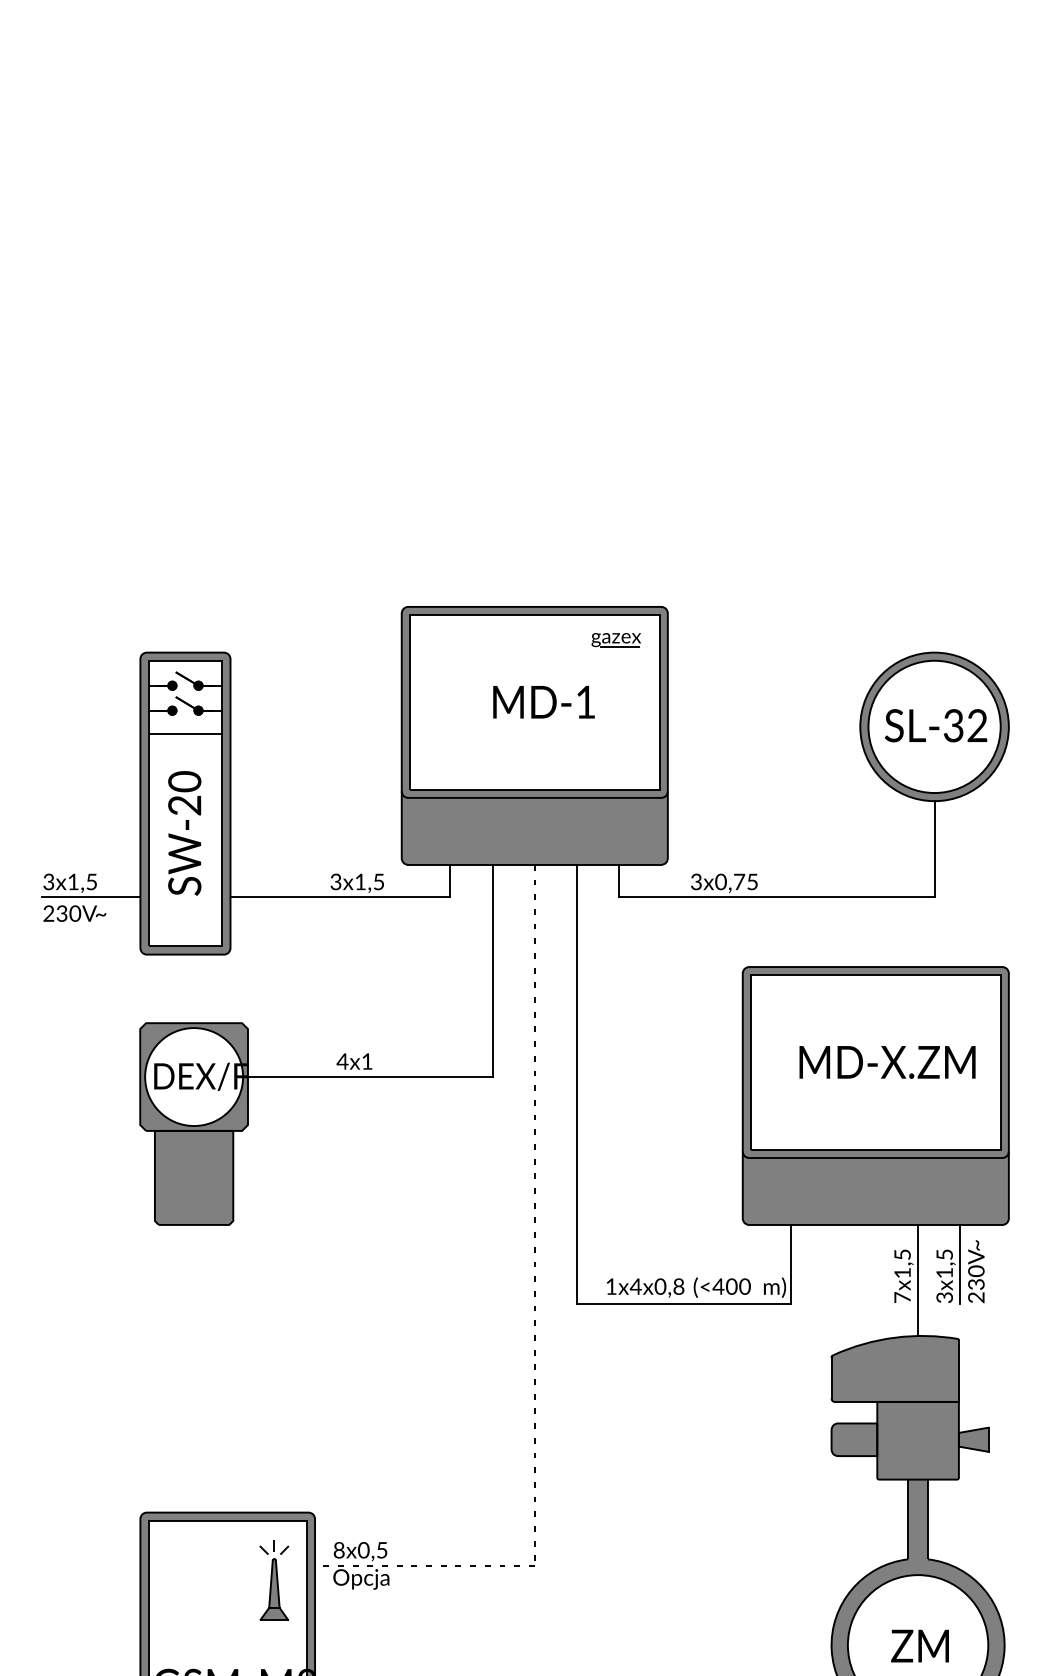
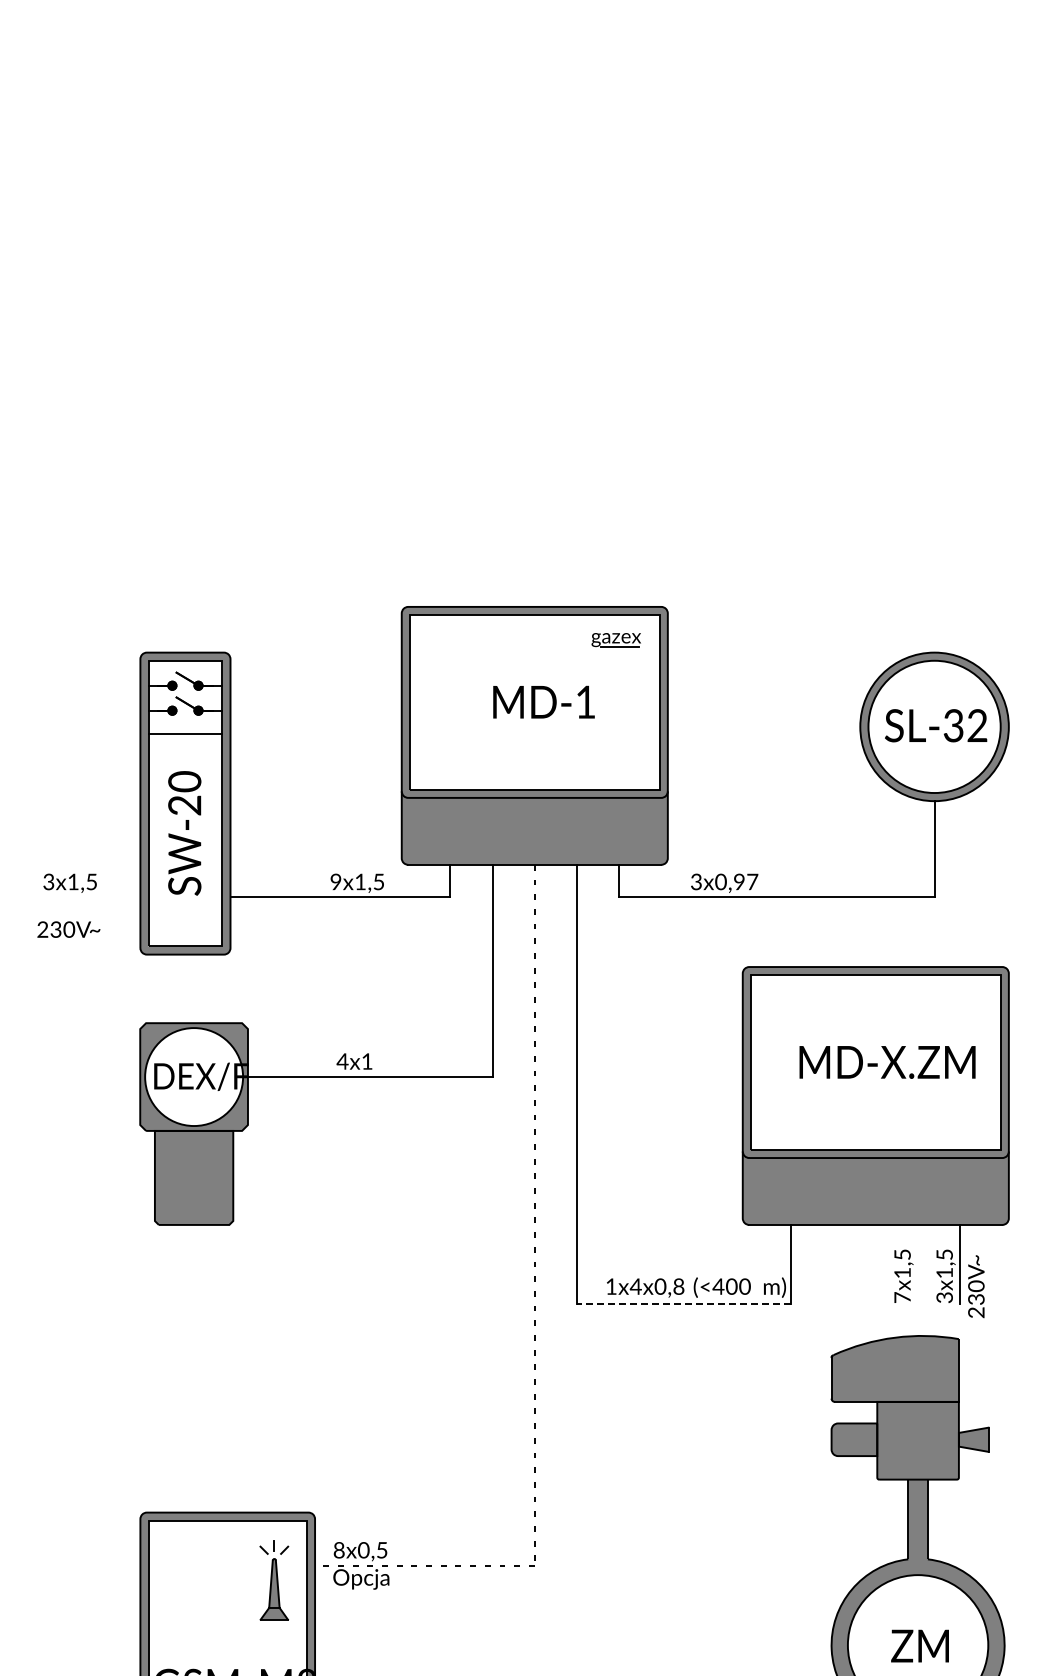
text at (746, 881): 3x0,75 -> 3x0,97
text at (335, 882): 3x1,5 -> 9x1,5
line at (91, 897): present -> none
text at (74, 913) position: (74, 913) -> (68, 929)
text at (976, 1271) position: (976, 1271) -> (976, 1286)
line at (917, 1280): present -> none
line at (683, 1304): solid -> dashed
